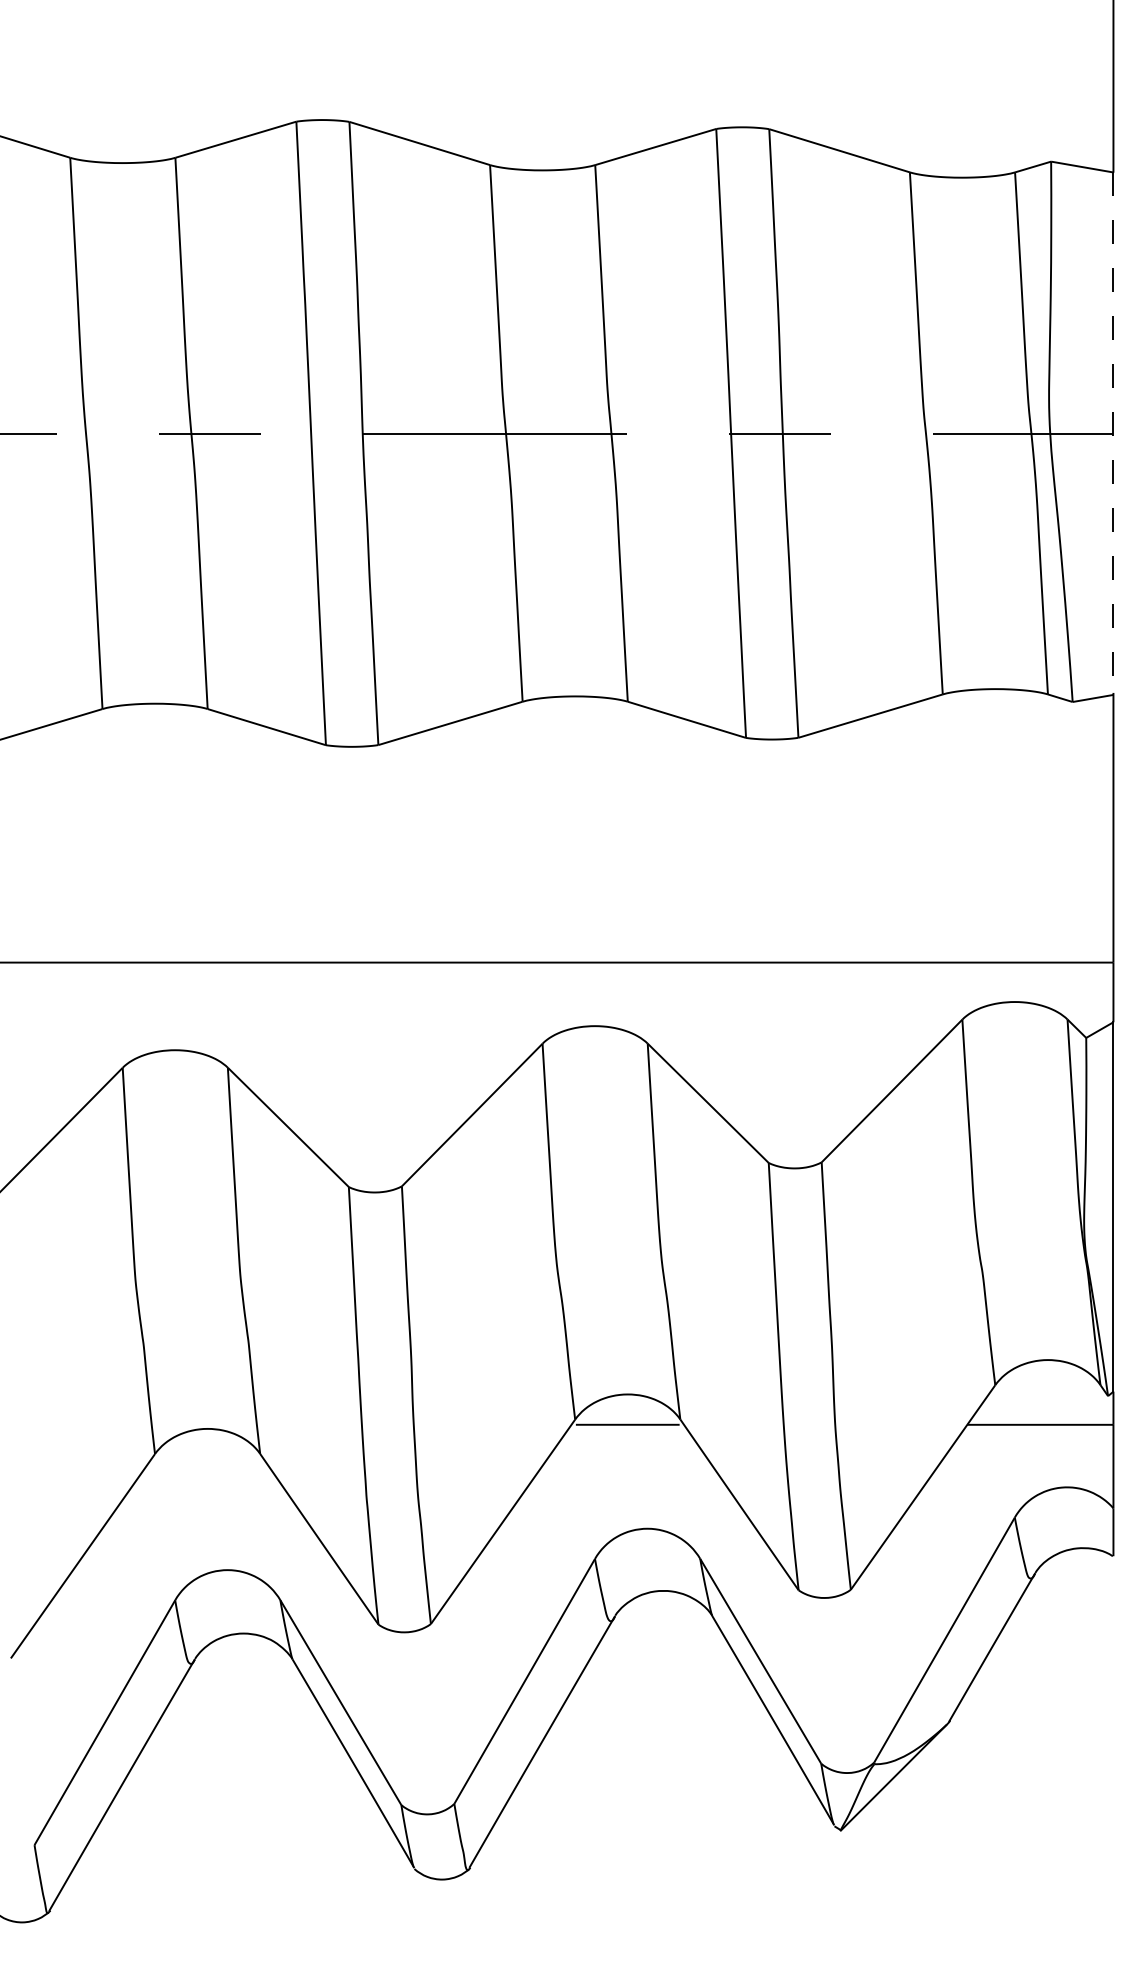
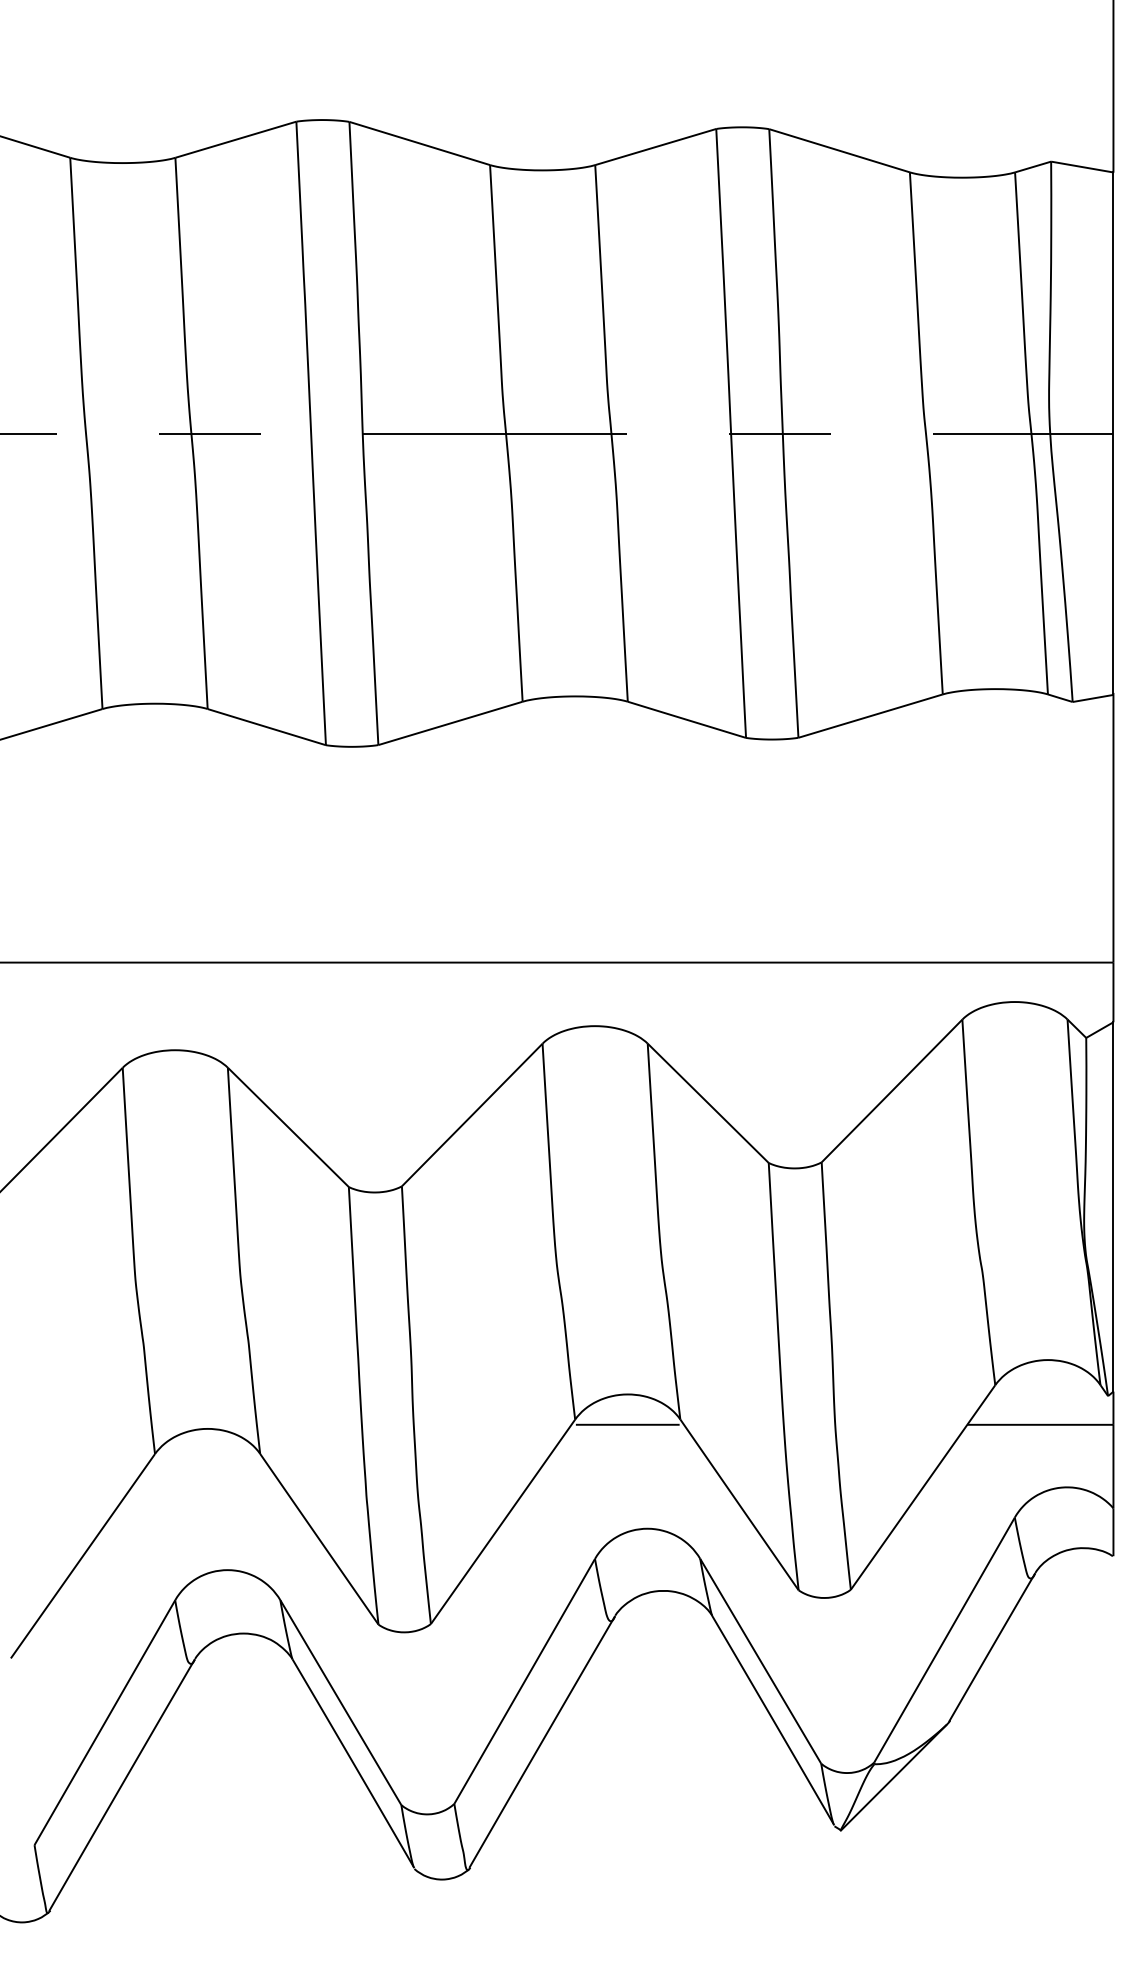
line at (1113, 434): dashed -> solid
